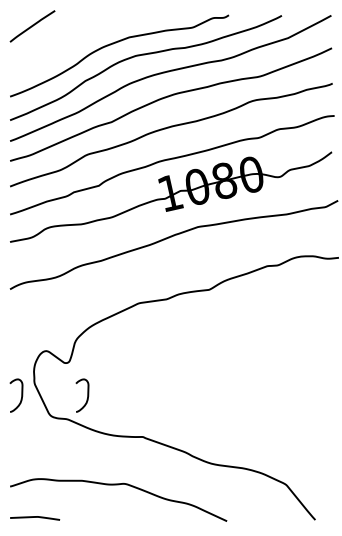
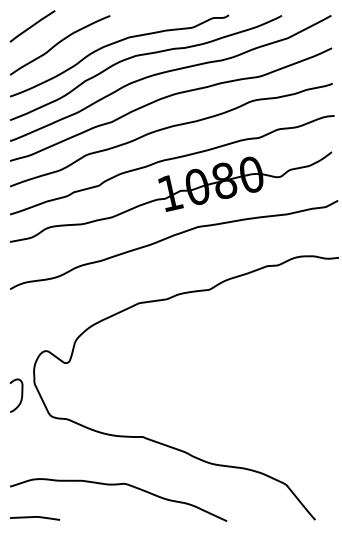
curve at (58, 44): none -> present
curve at (87, 395): present -> none
